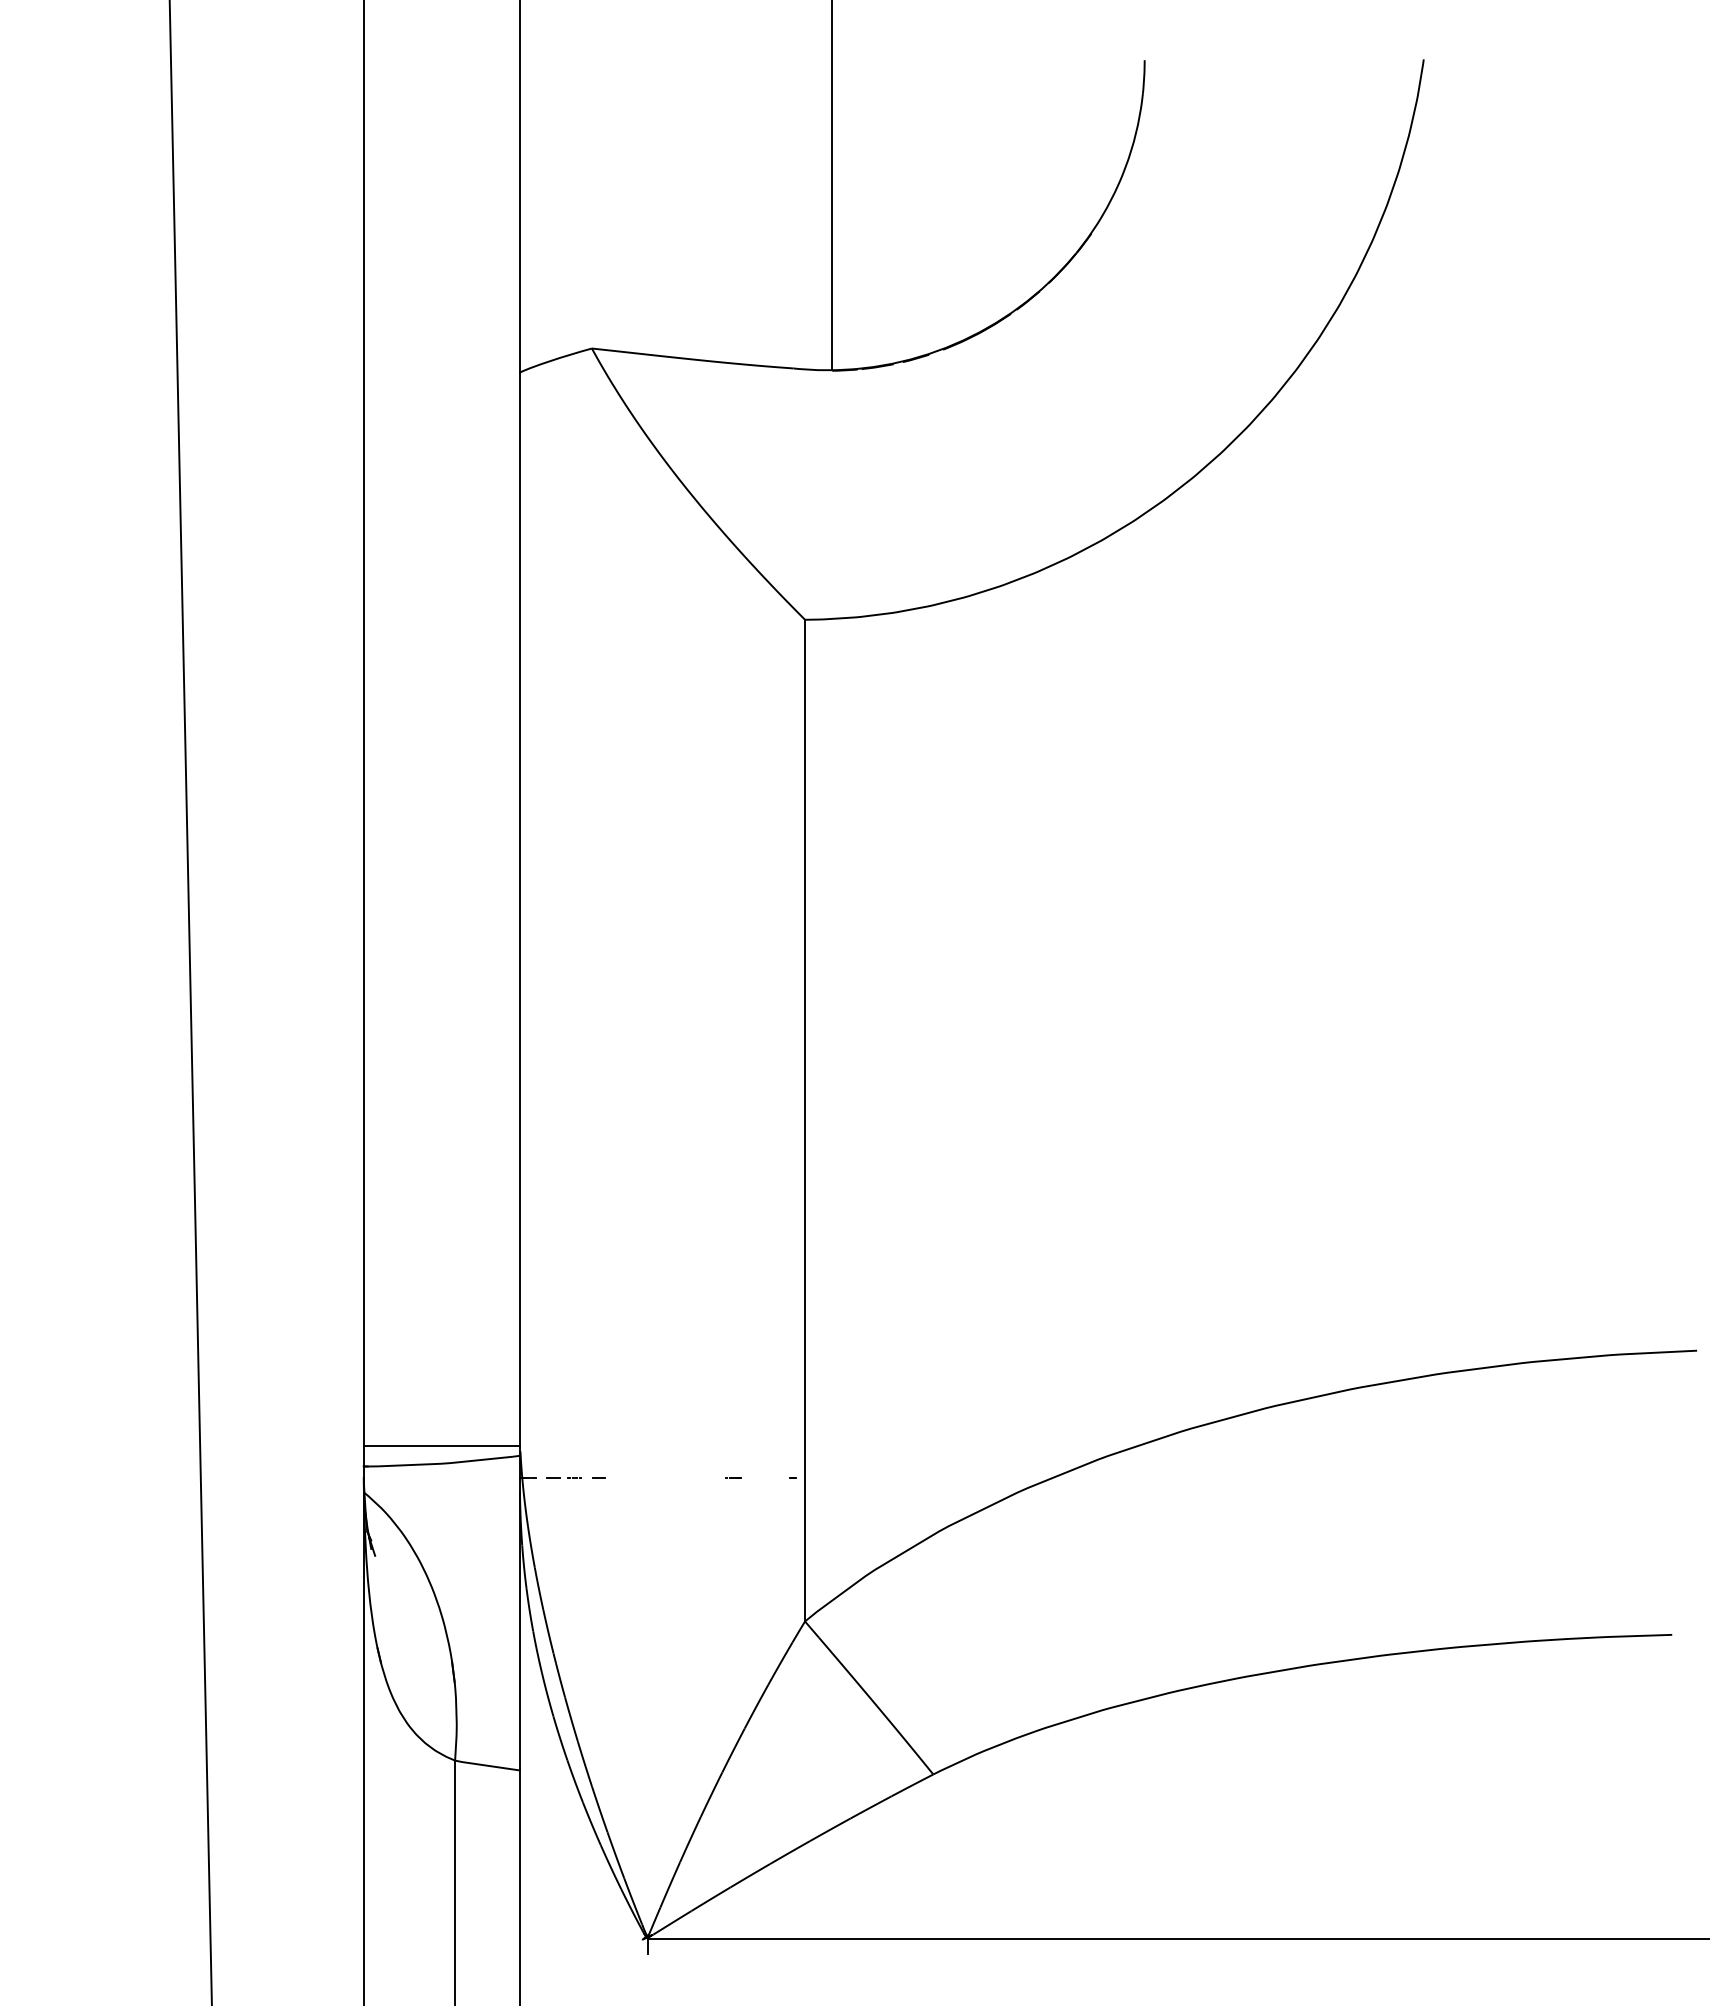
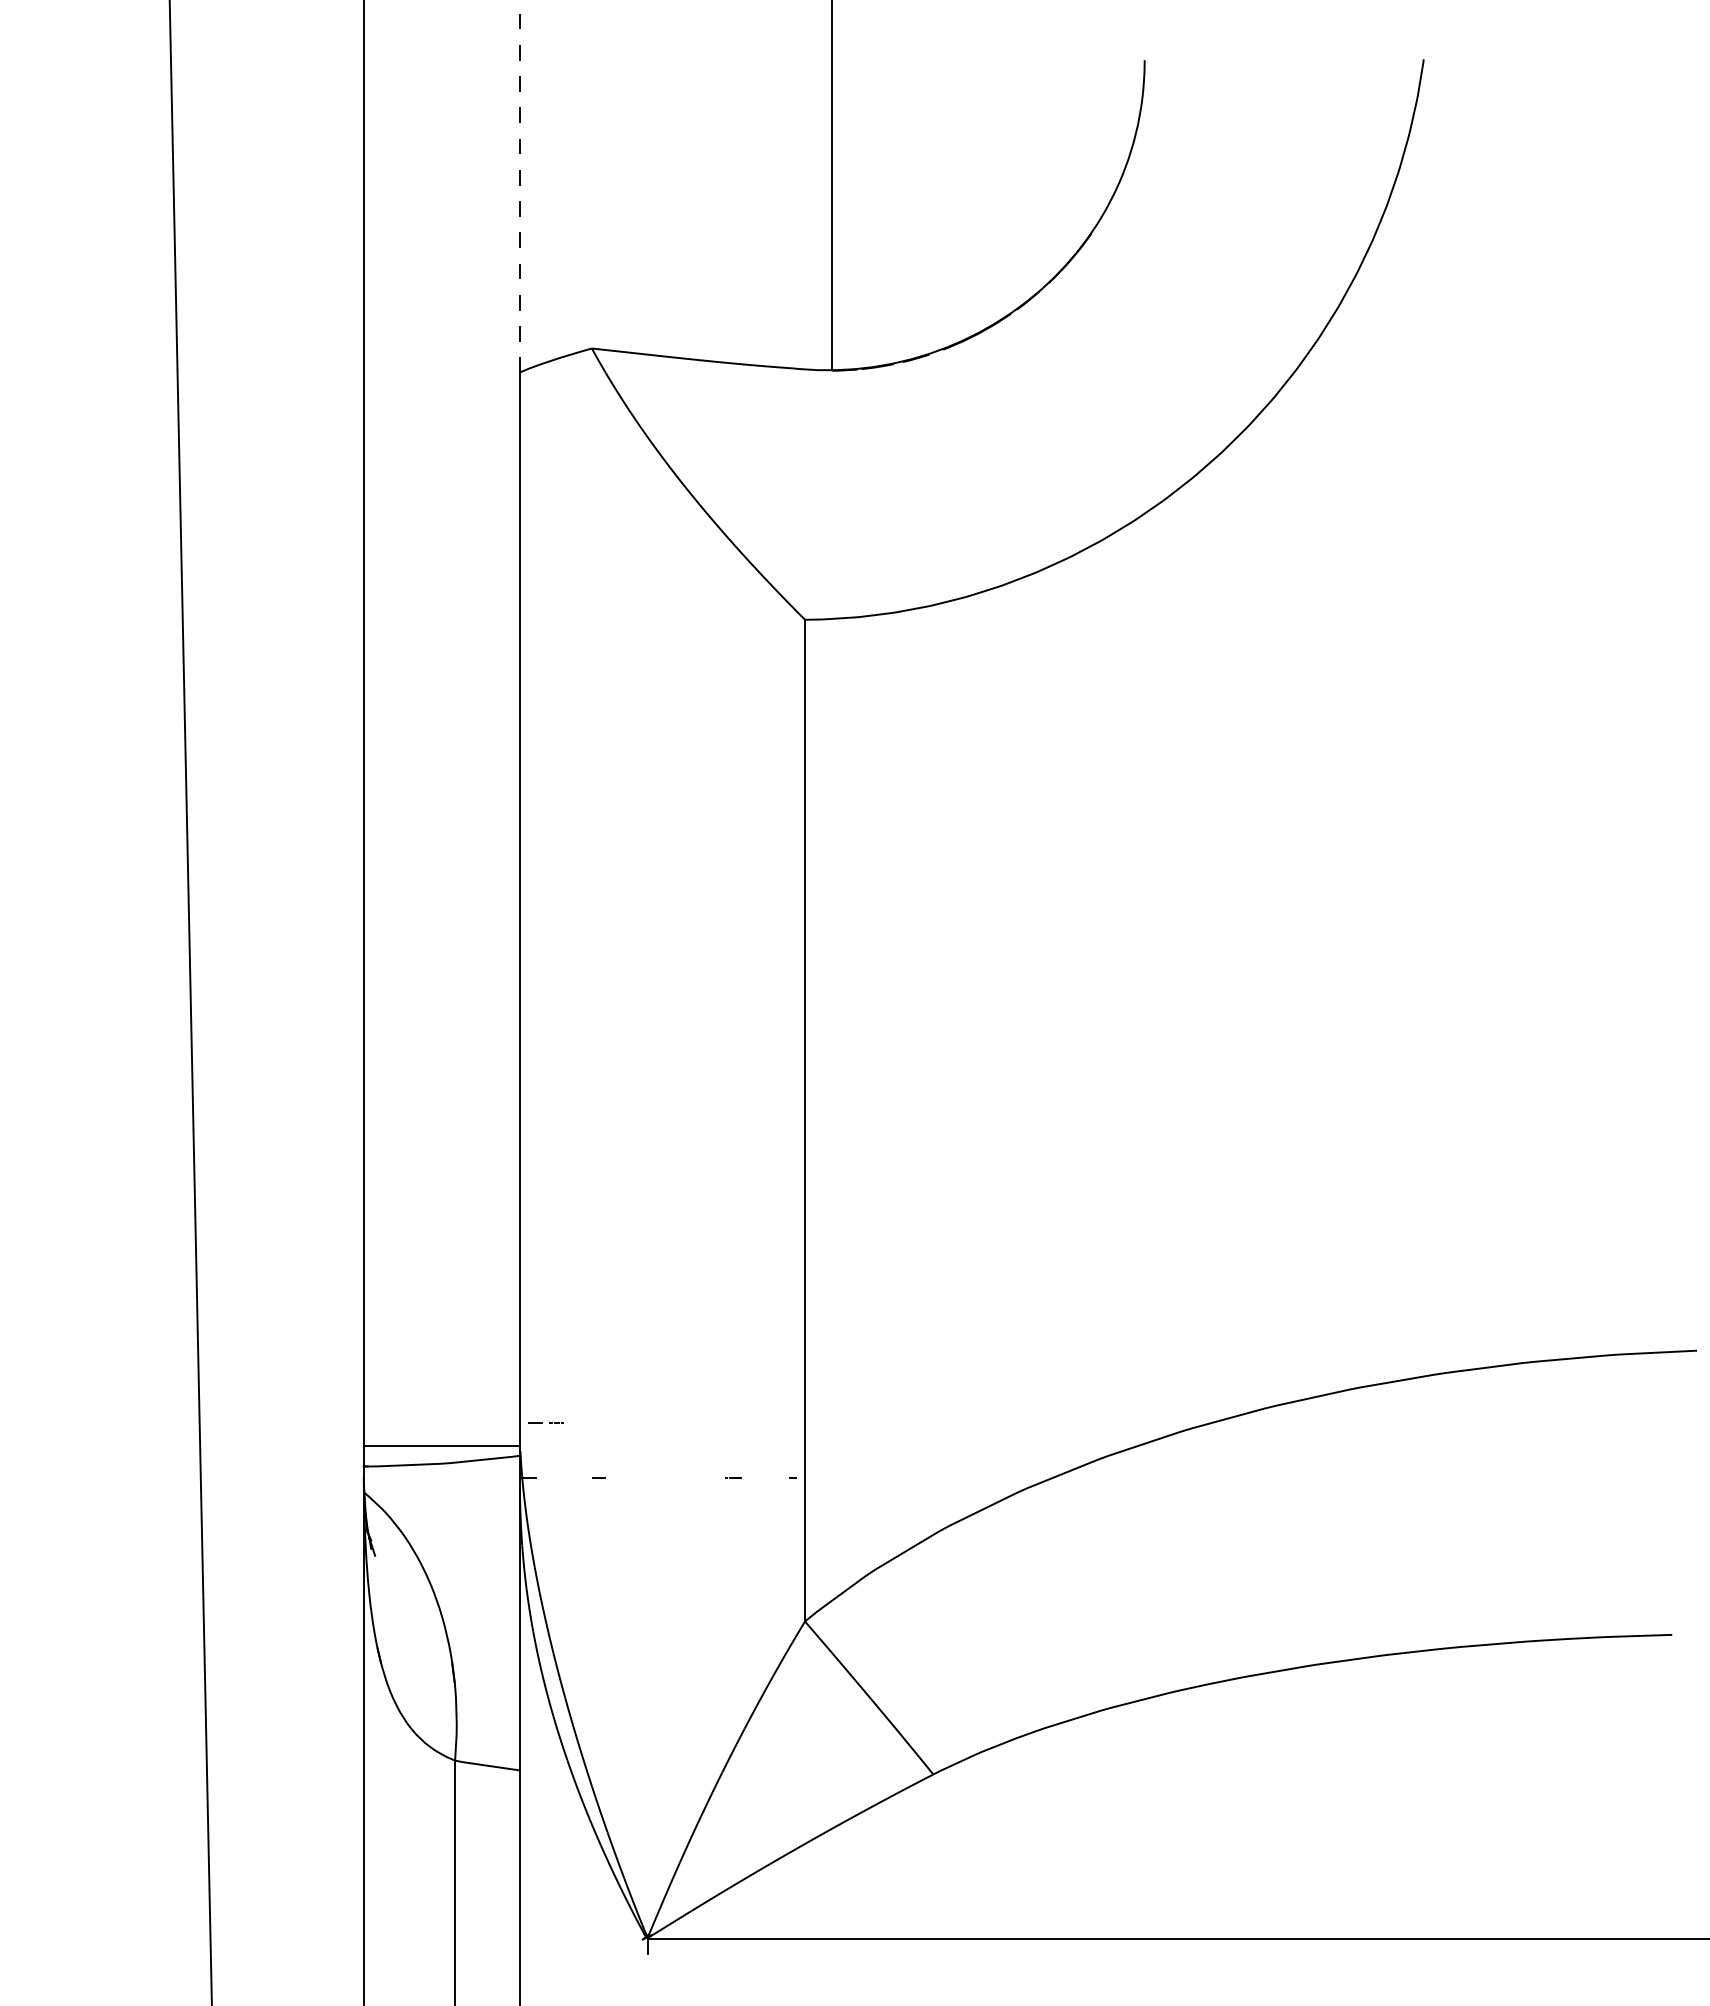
line at (519, 186): solid -> dashed
line at (560, 1477) position: (560, 1477) -> (542, 1422)
